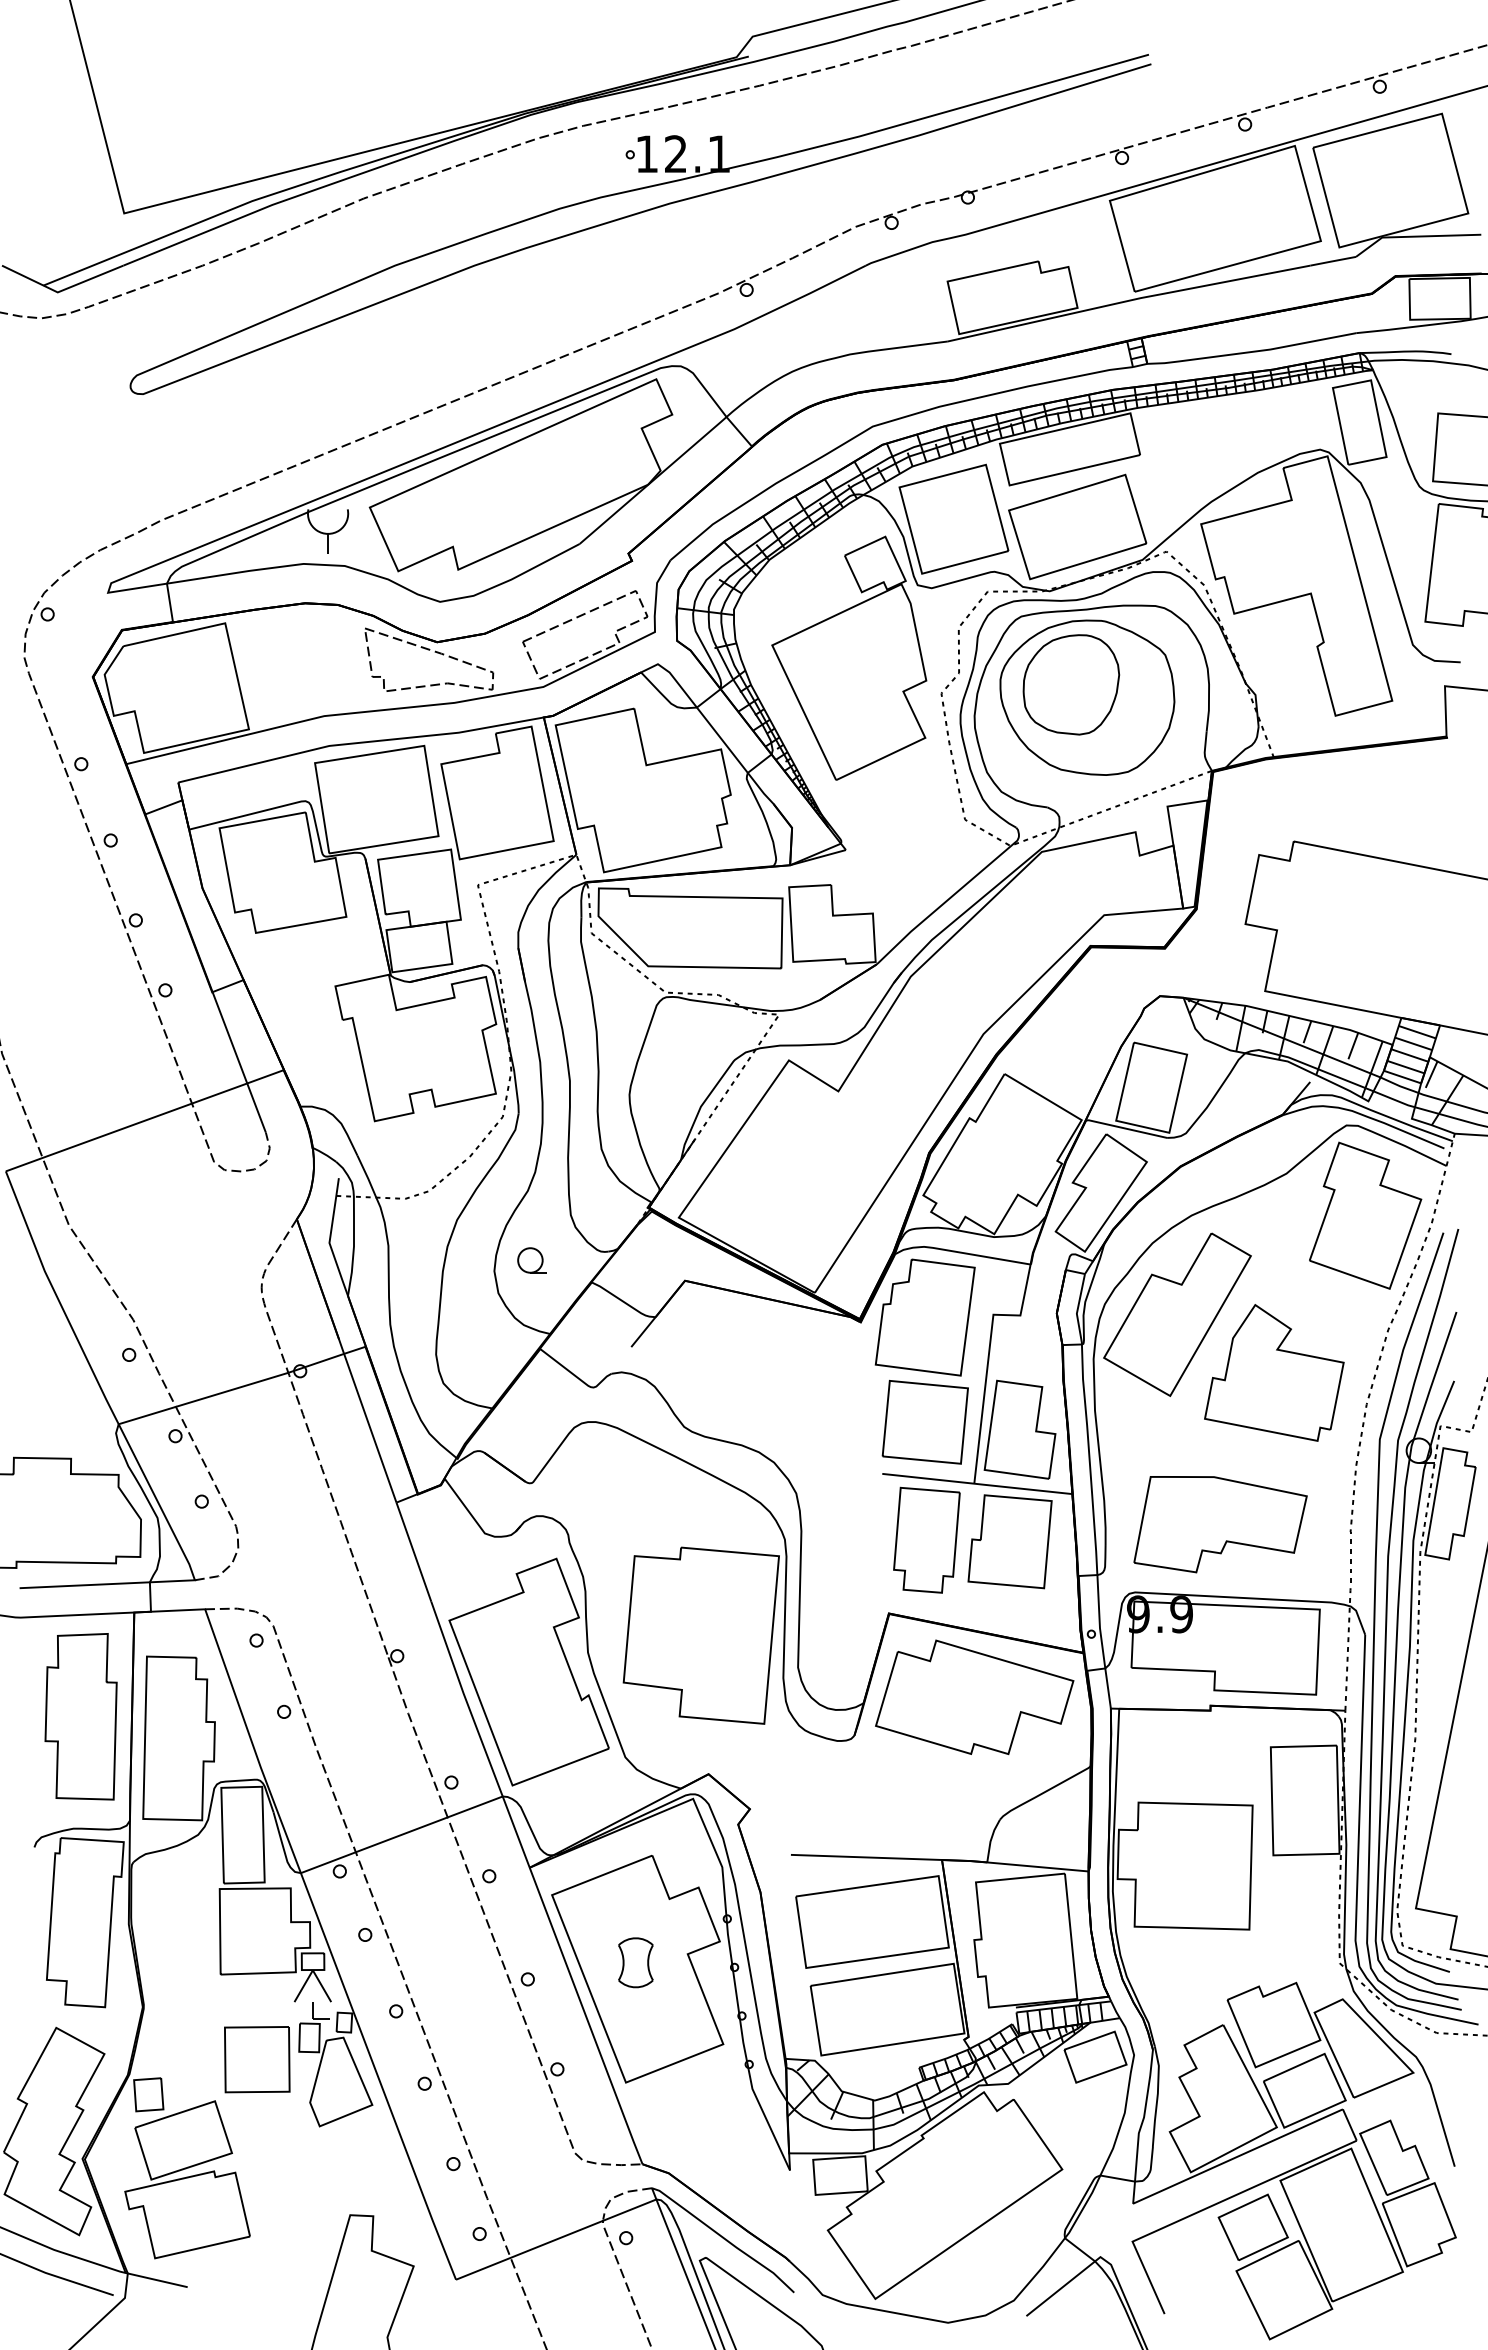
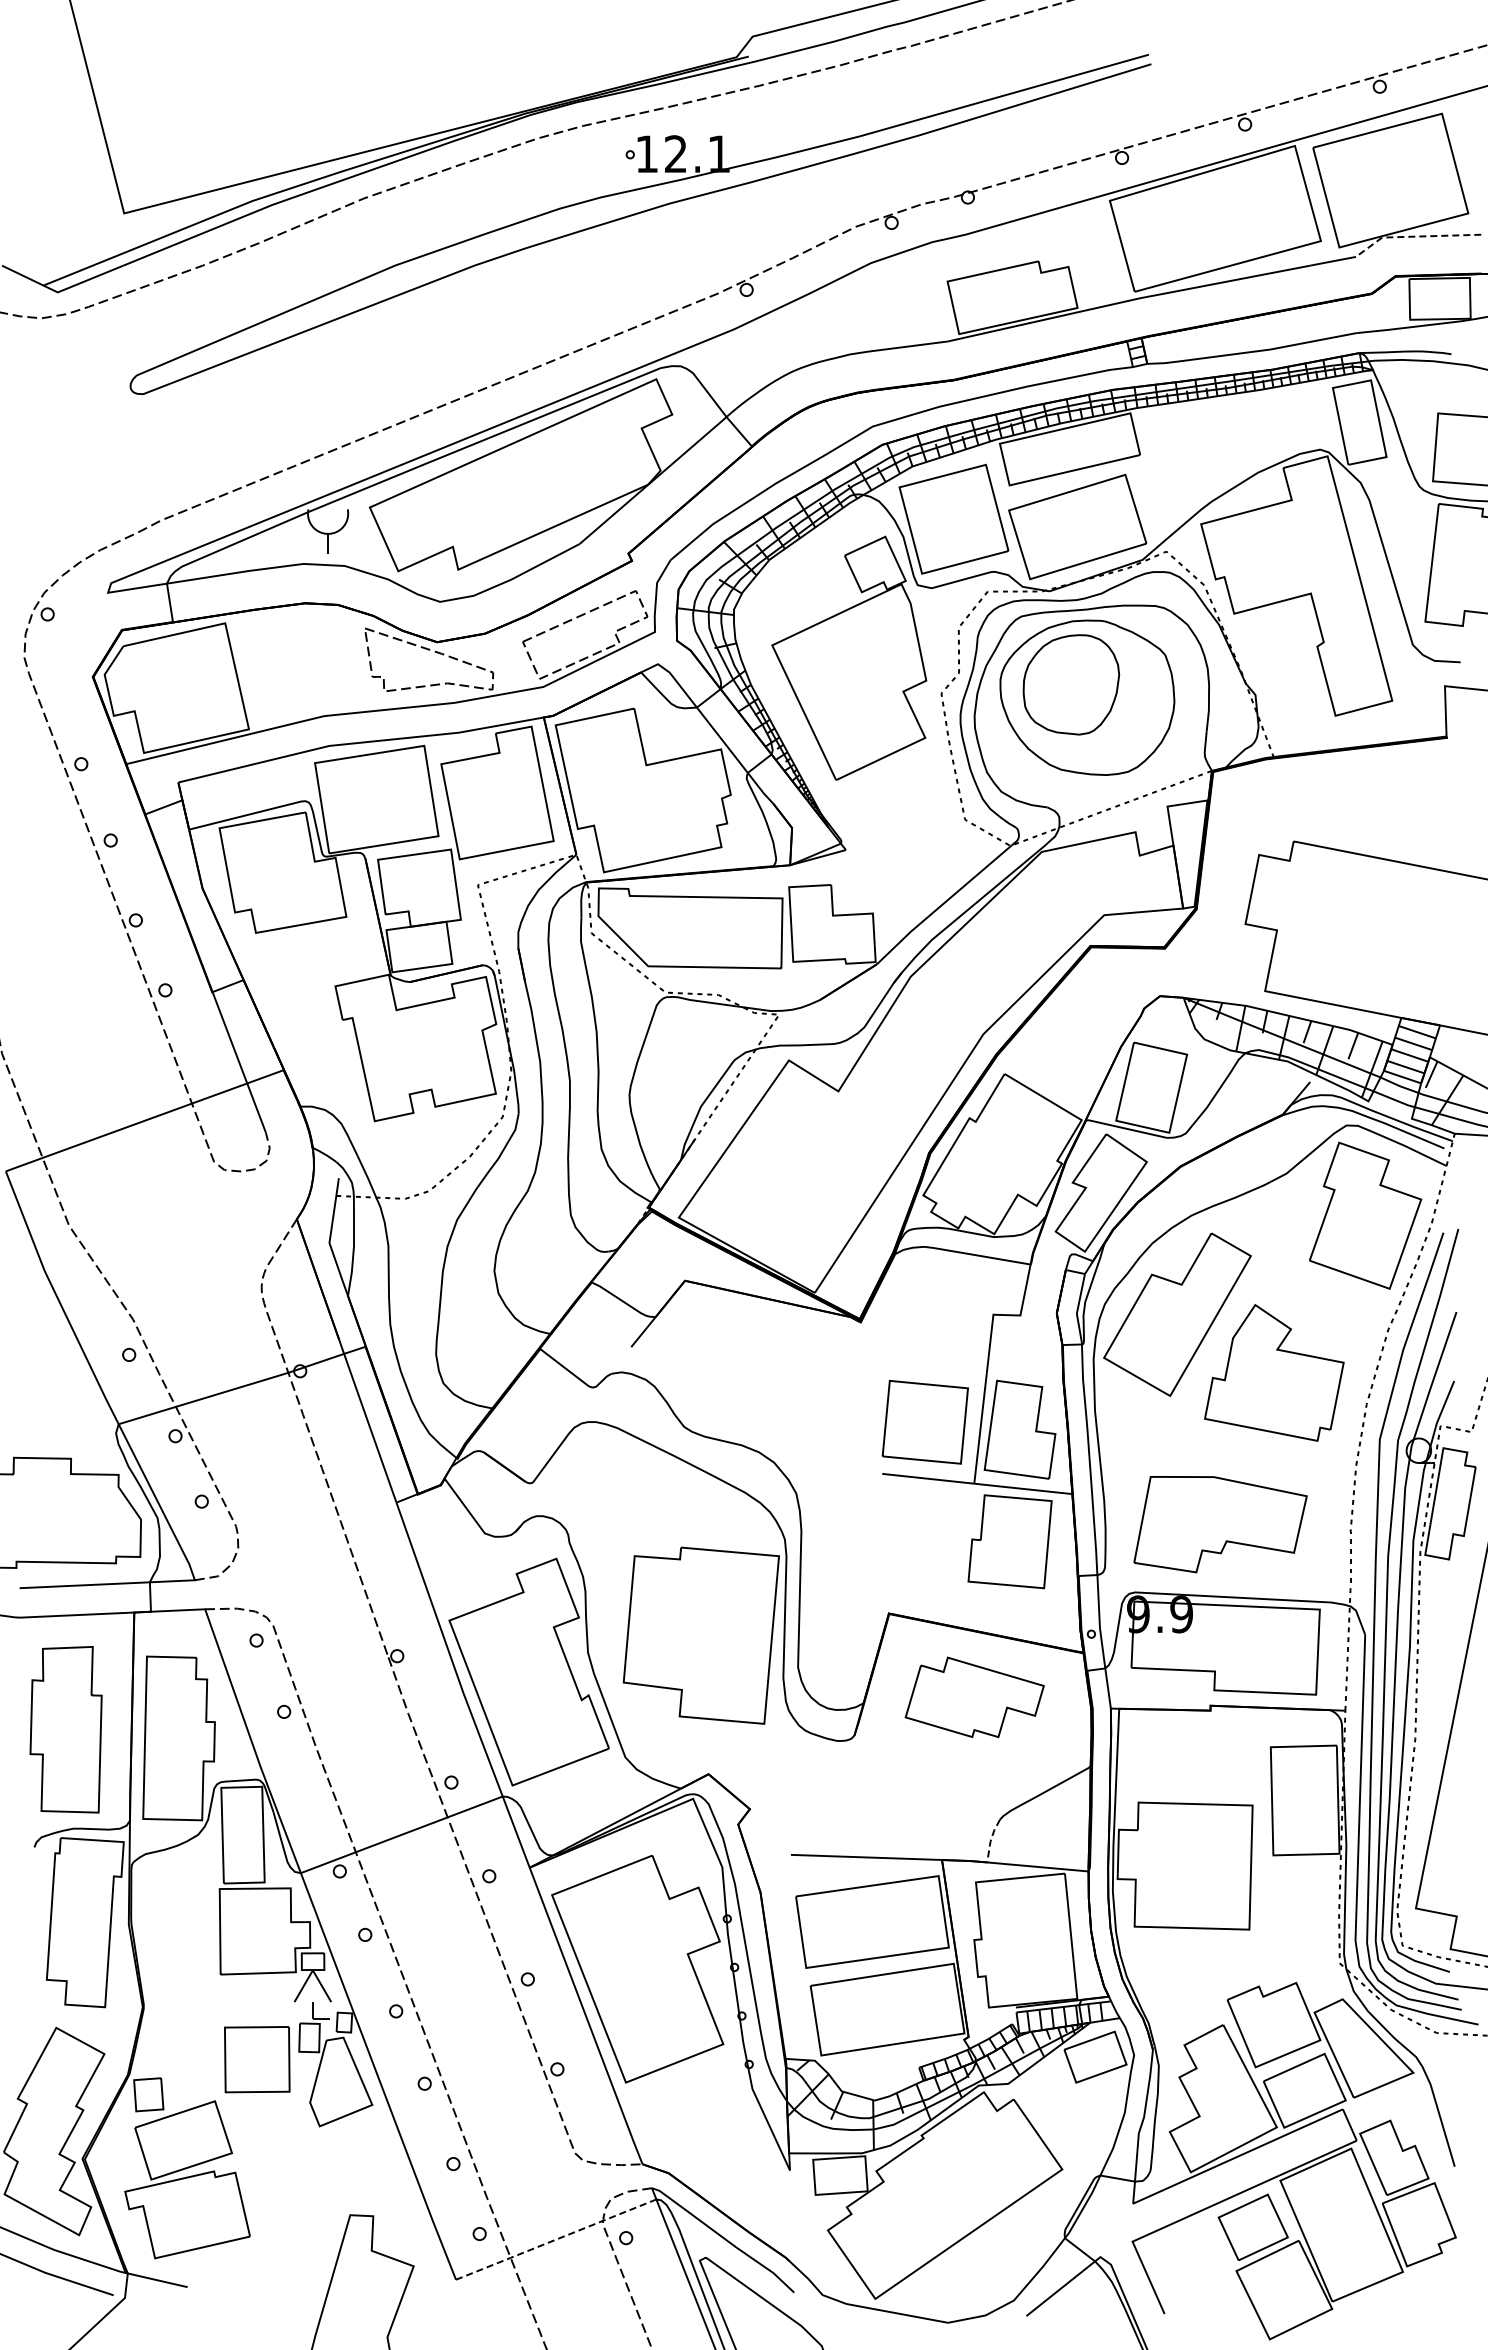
line at (1414, 236): solid -> dashed
part at (531, 1260): present -> none
part at (924, 1317): present -> none
part at (926, 1539): present -> none
part at (974, 1697) size: 200x117 px -> 141x83 px
part at (80, 1716) position: (80, 1716) -> (65, 1729)
line at (991, 1839): solid -> dashed
part at (635, 1962): present -> none
line at (556, 2239): solid -> dashed
